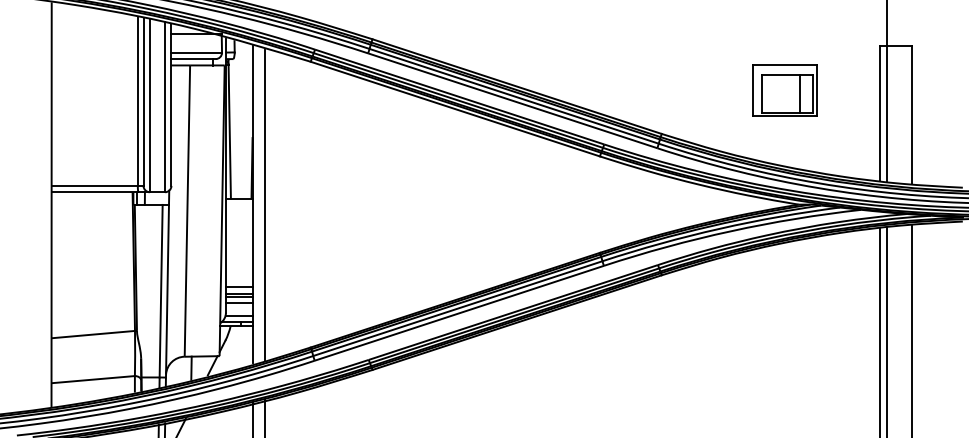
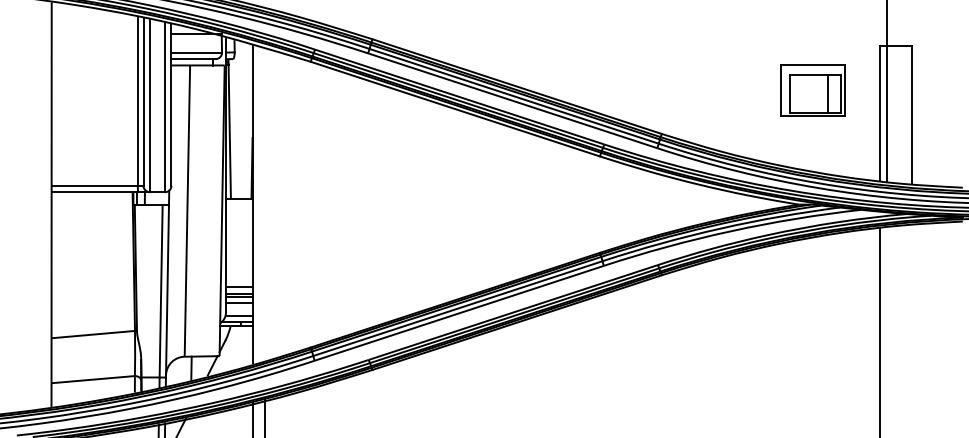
part at (784, 90) position: (784, 90) -> (812, 90)
line at (265, 204): present -> none
line at (911, 329): present -> none
line at (886, 330): present -> none
